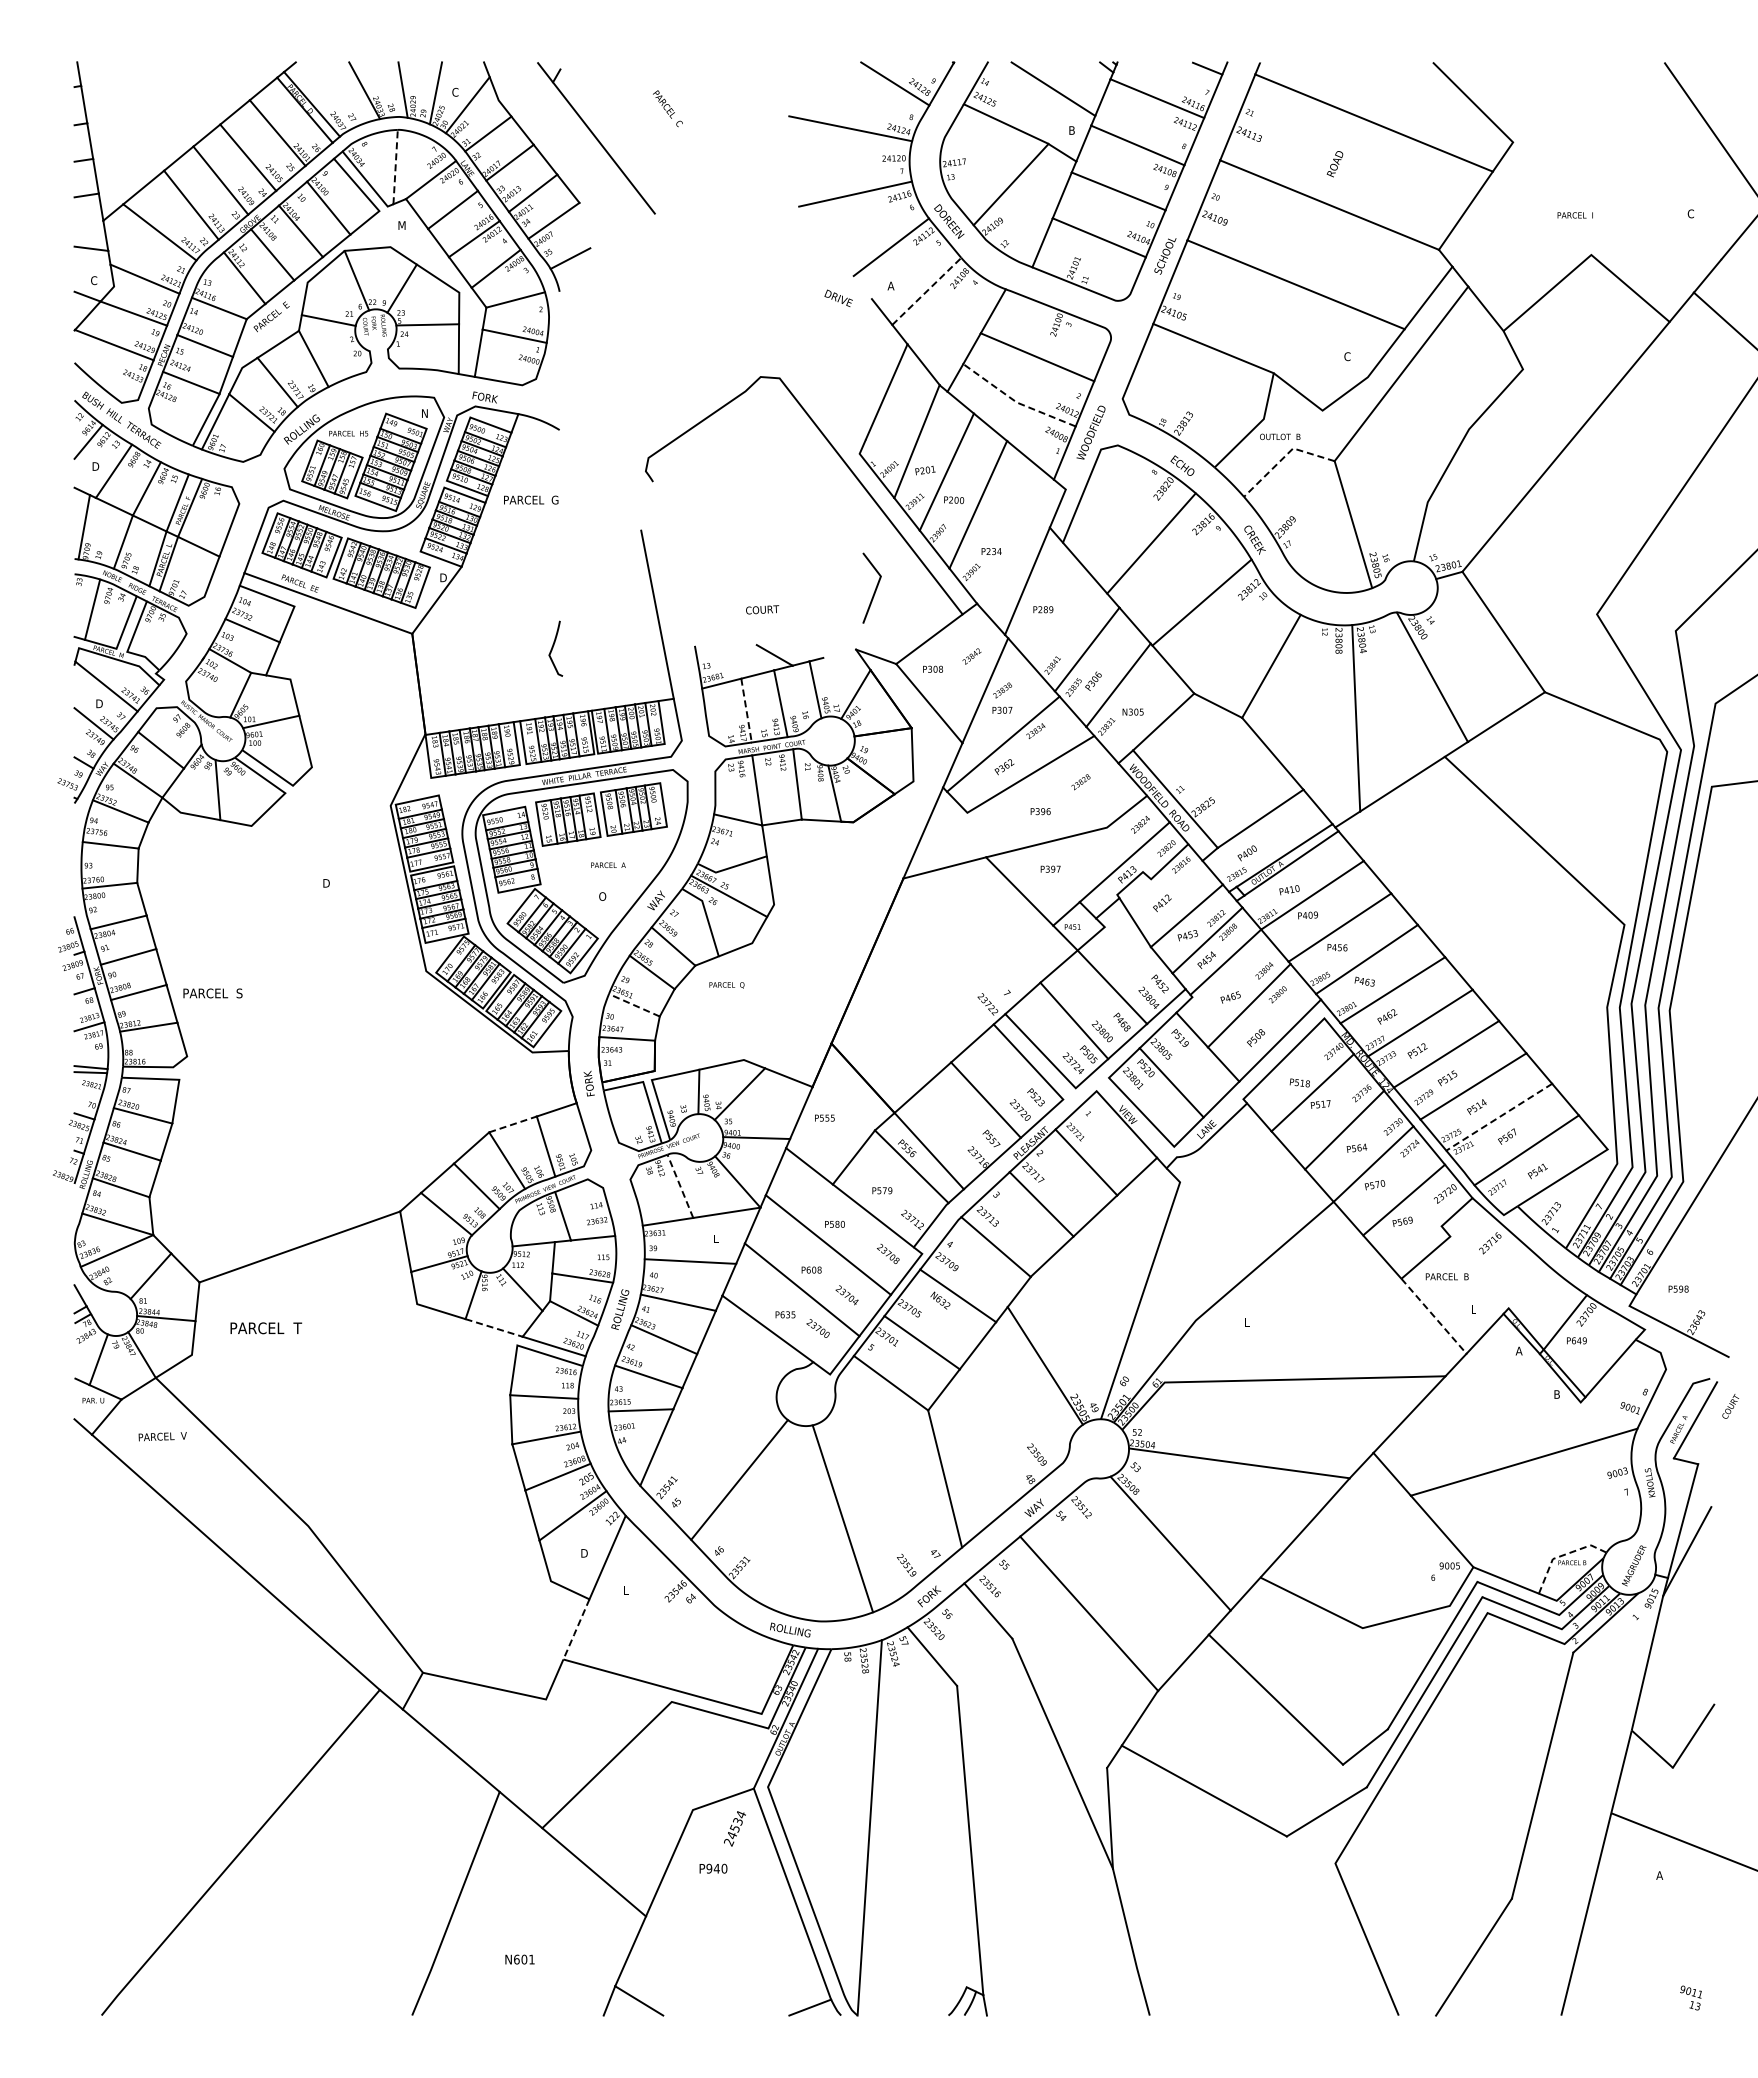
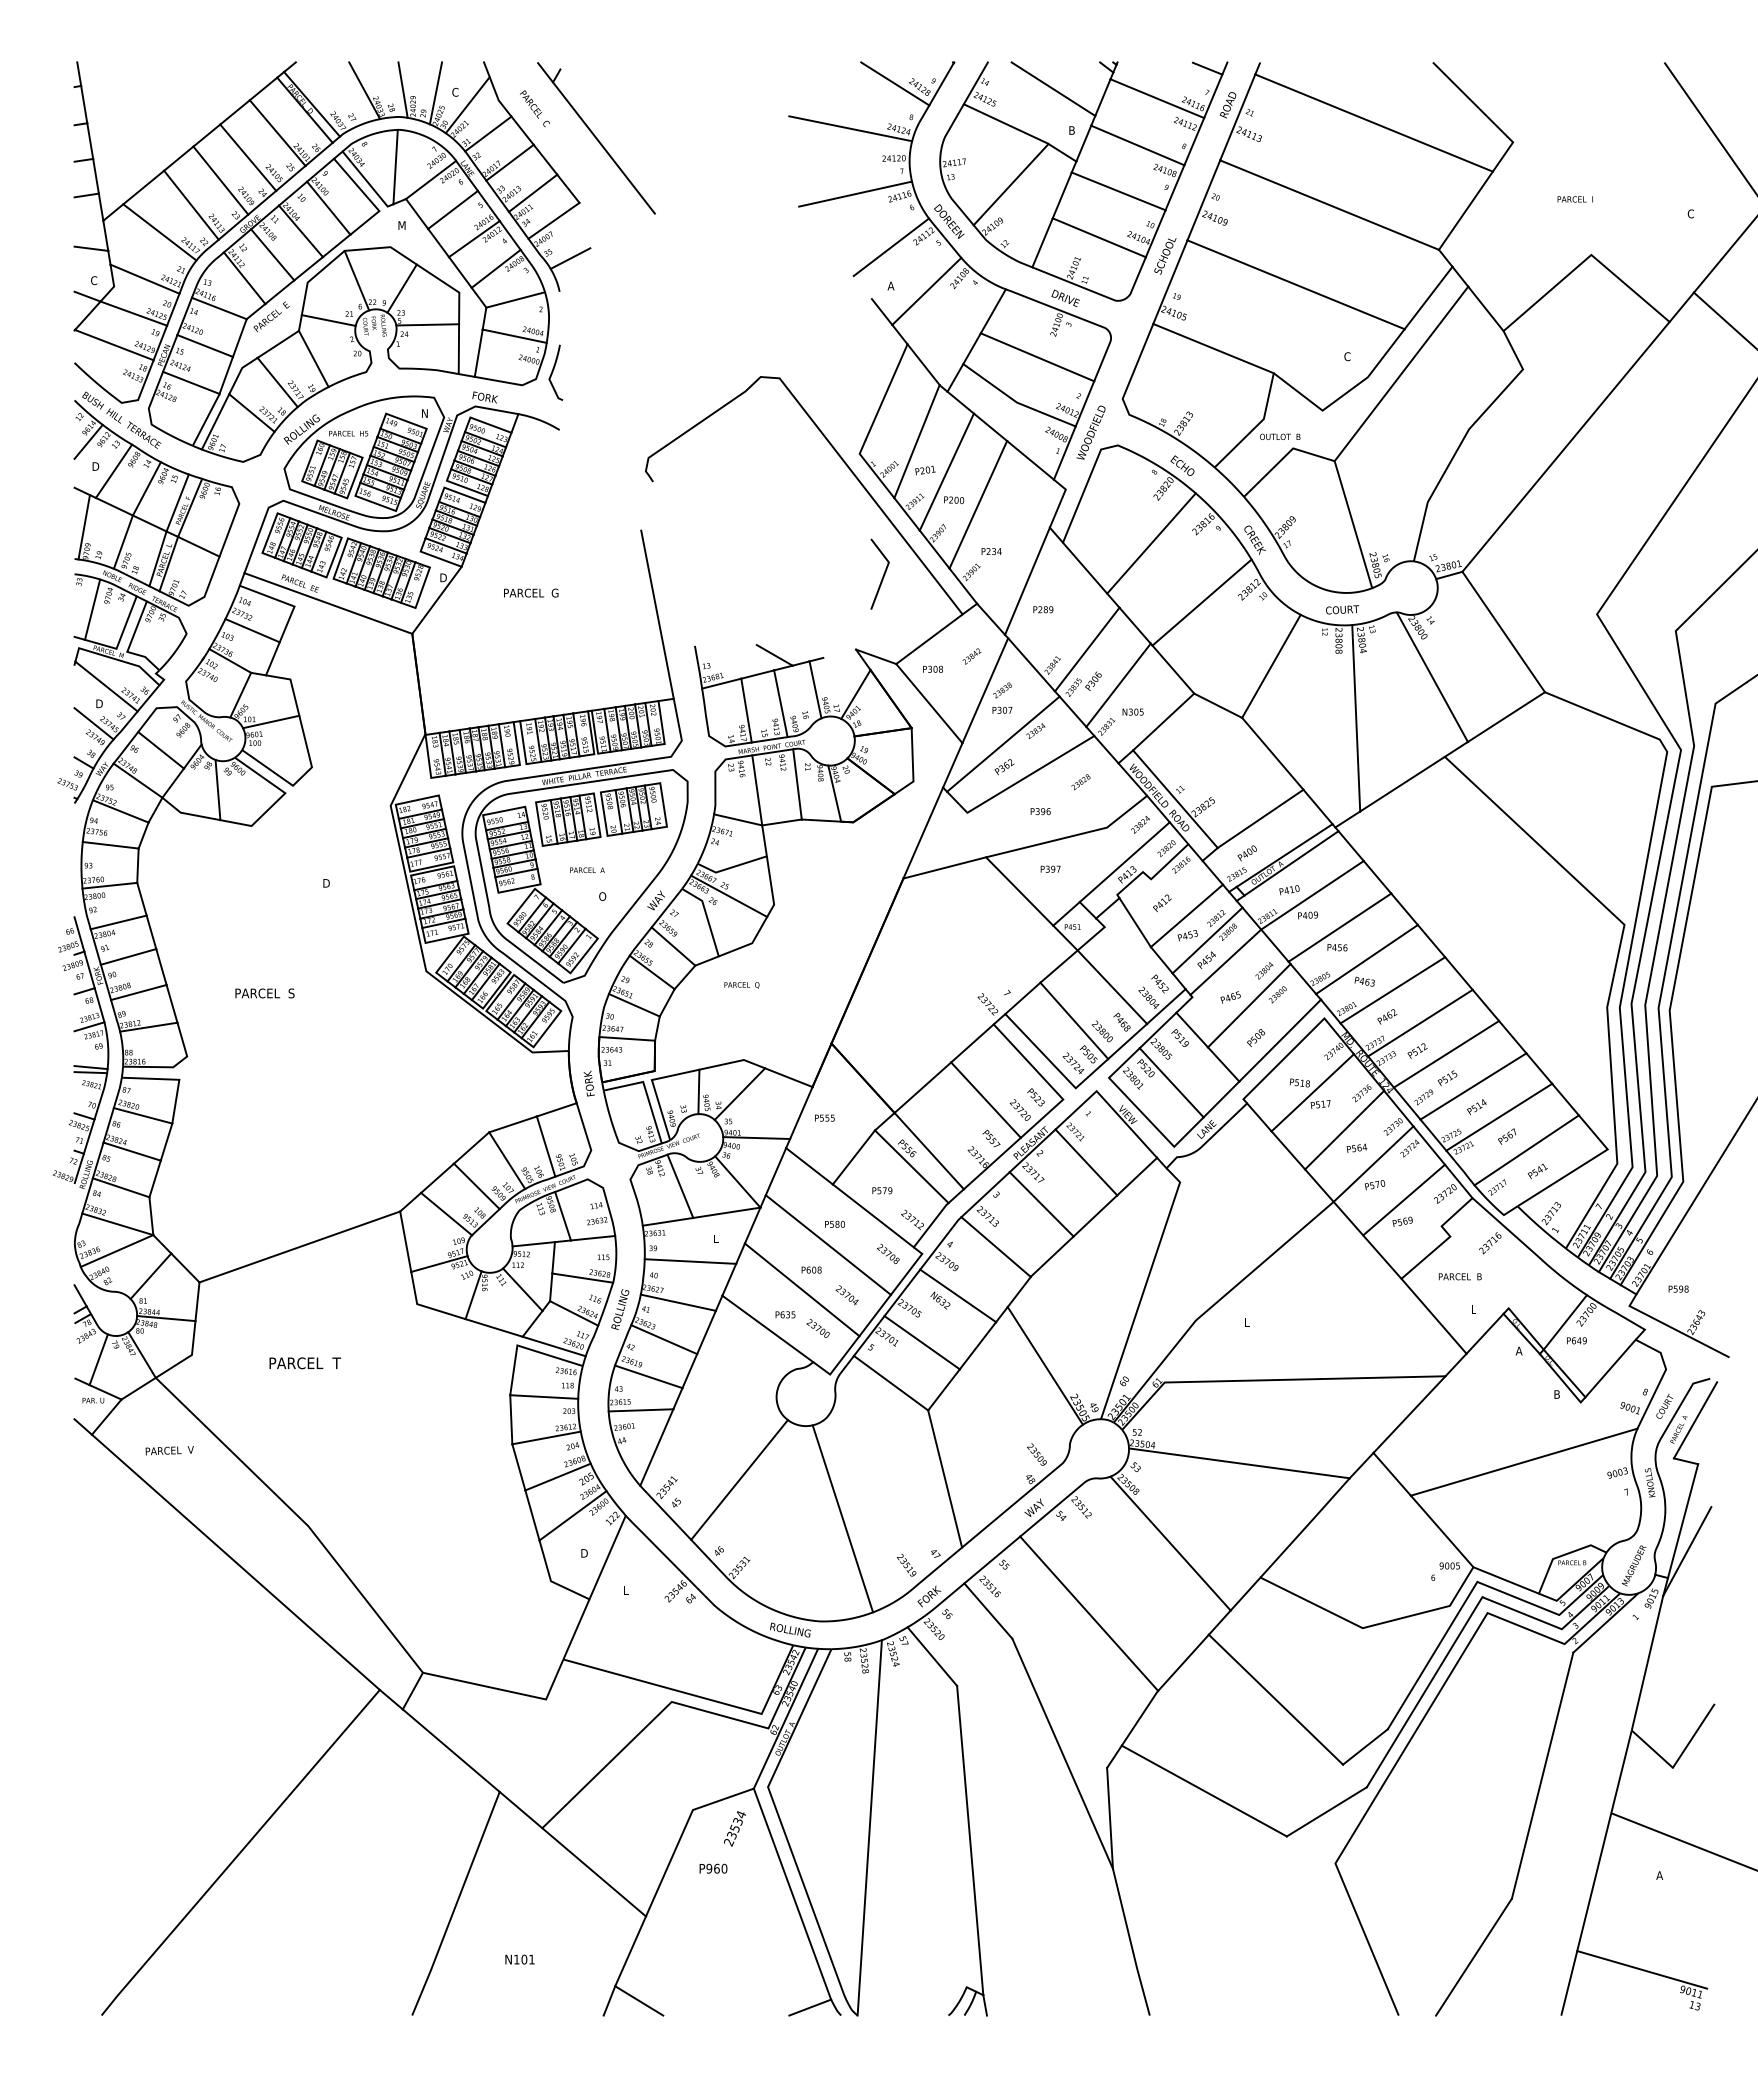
text at (667, 108) position: (667, 108) -> (534, 108)
text at (1334, 164) position: (1334, 164) -> (1227, 105)
line at (395, 166): dashed -> solid
text at (1574, 215) position: (1574, 215) -> (1574, 199)
line at (927, 291): dashed -> solid
text at (838, 297) position: (838, 297) -> (1065, 297)
line at (1016, 402): dashed -> solid
line at (1284, 457): dashed -> solid
text at (531, 499) position: (531, 499) -> (531, 592)
line at (875, 587) position: (875, 587) -> (883, 573)
text at (762, 609) position: (762, 609) -> (1342, 609)
curve at (553, 648) position: (553, 648) -> (553, 372)
line at (746, 711): dashed -> solid
text at (608, 864) position: (608, 864) -> (587, 869)
text at (726, 985) position: (726, 985) -> (741, 985)
text at (212, 993) position: (212, 993) -> (264, 993)
line at (634, 1005): dashed -> solid
line at (1499, 1117): dashed -> solid
line at (513, 1124): dashed -> solid
line at (680, 1185): dashed -> solid
text at (1446, 1276) position: (1446, 1276) -> (1459, 1276)
line at (1434, 1316): dashed -> solid
line at (494, 1327): dashed -> solid
text at (266, 1328) position: (266, 1328) -> (305, 1363)
text at (1730, 1406) position: (1730, 1406) -> (1664, 1406)
text at (162, 1436) position: (162, 1436) -> (169, 1450)
line at (1563, 1555): dashed -> solid
line at (576, 1630): dashed -> solid
text at (731, 1835): 24534 -> 23534
text at (716, 1868): P940 -> P960
text at (516, 1959): N601 -> N101
line at (1642, 1969): none -> present
